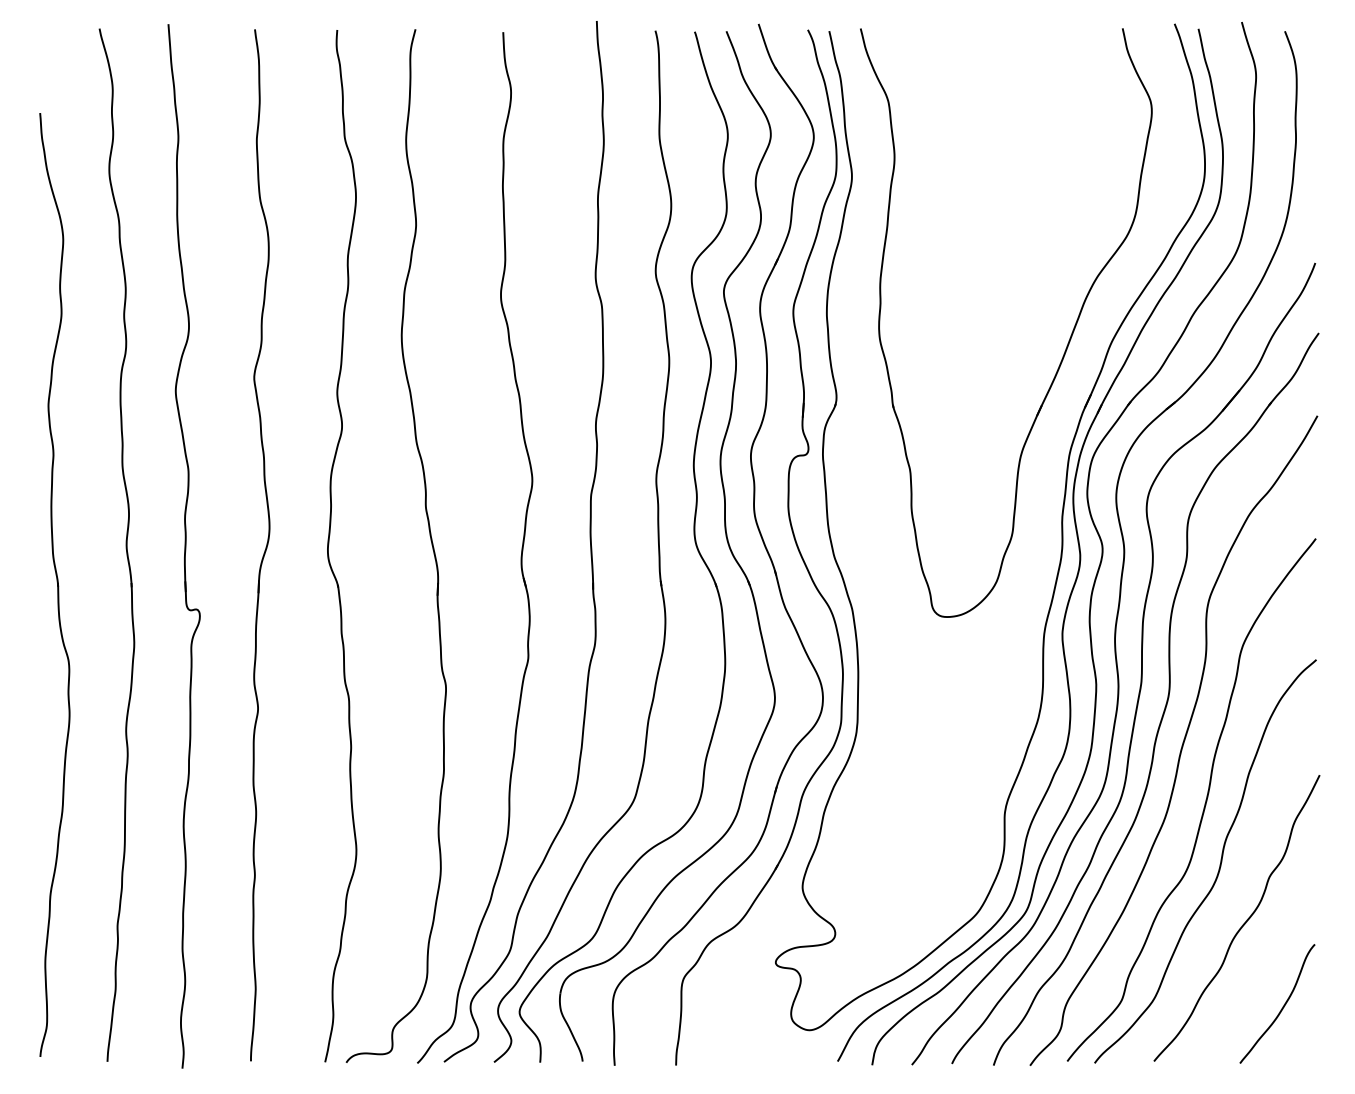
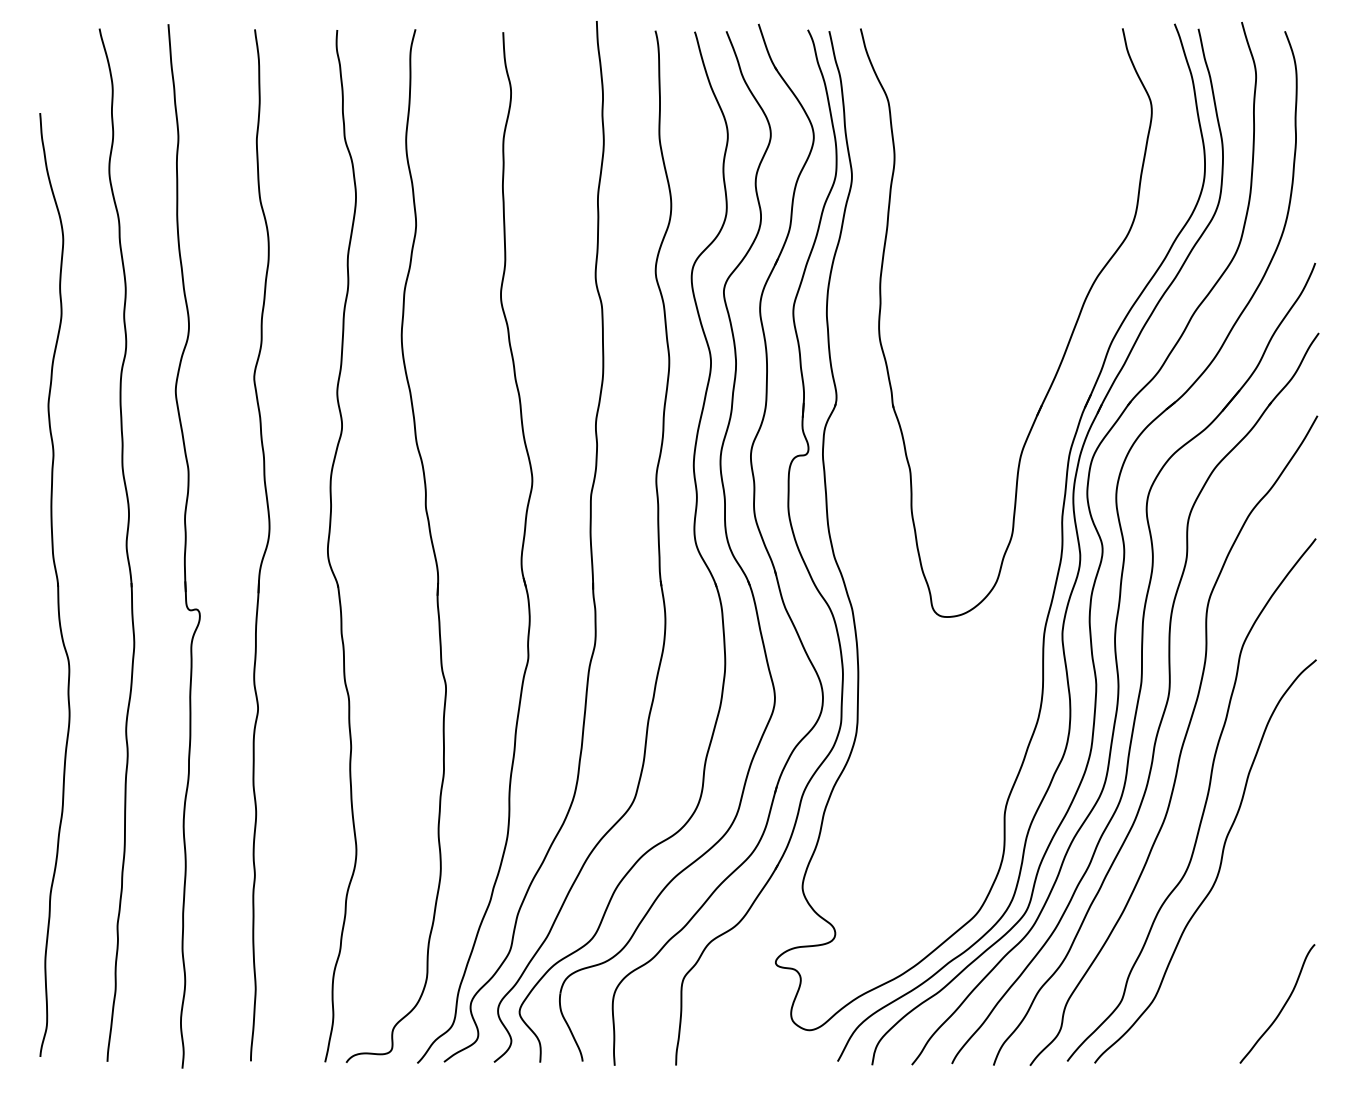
curve at (1242, 924): present -> none
